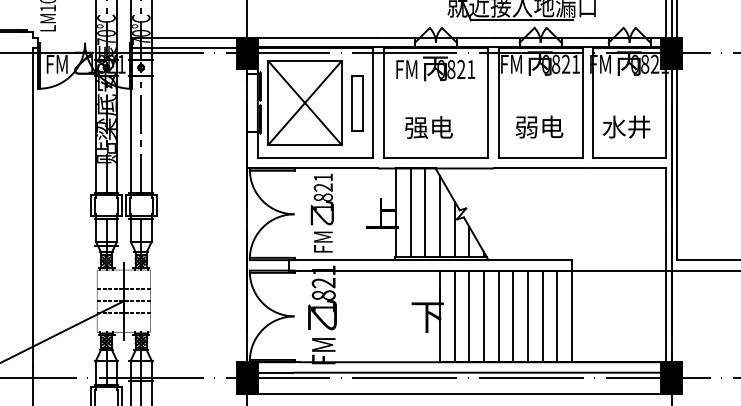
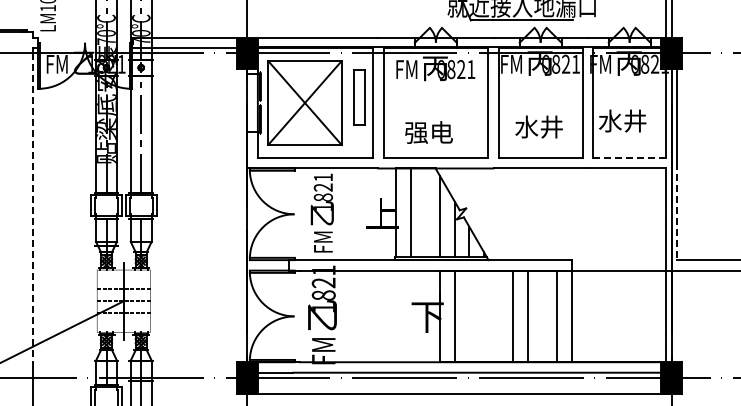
line at (676, 19): present -> none
part at (357, 103) position: (357, 103) -> (359, 97)
text at (539, 126): 弱电 -> 水井
text at (626, 126) position: (626, 126) -> (622, 120)
text at (428, 127) position: (428, 127) -> (428, 132)
line at (629, 158): solid -> dashed
line at (32, 210): solid -> dashed
line at (425, 212): present -> none
line at (676, 212): solid -> dashed
line at (469, 316): present -> none
line at (484, 316): present -> none
line at (498, 316): present -> none
line at (542, 316): present -> none
